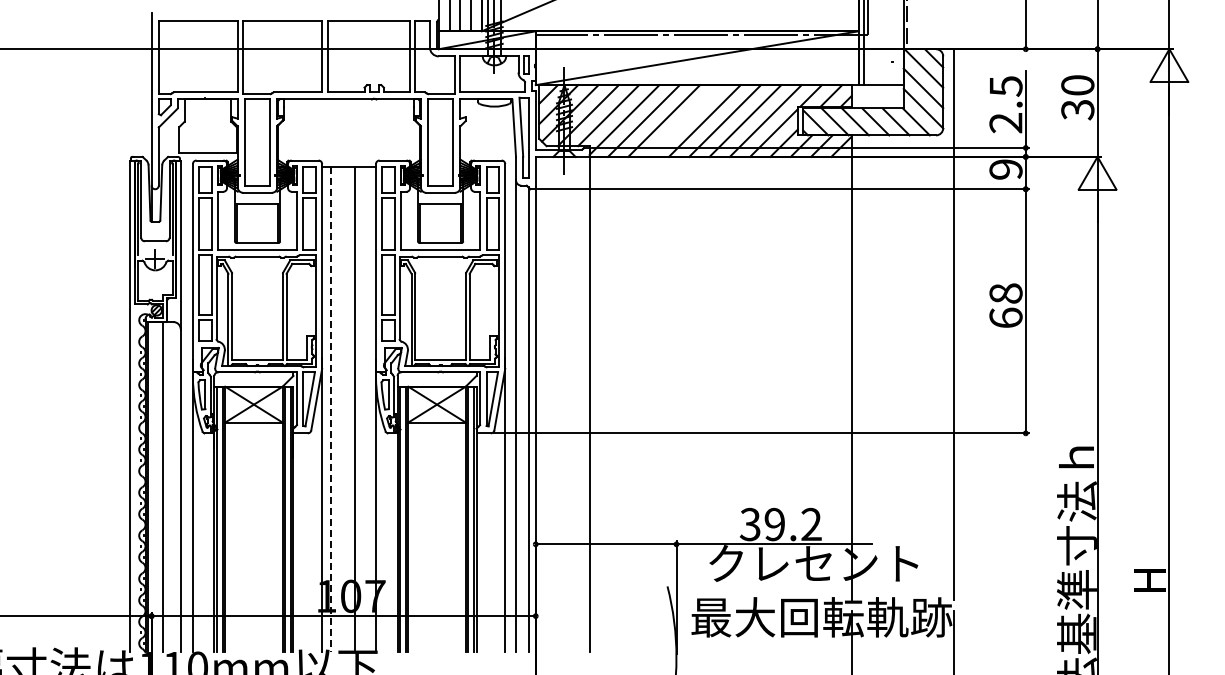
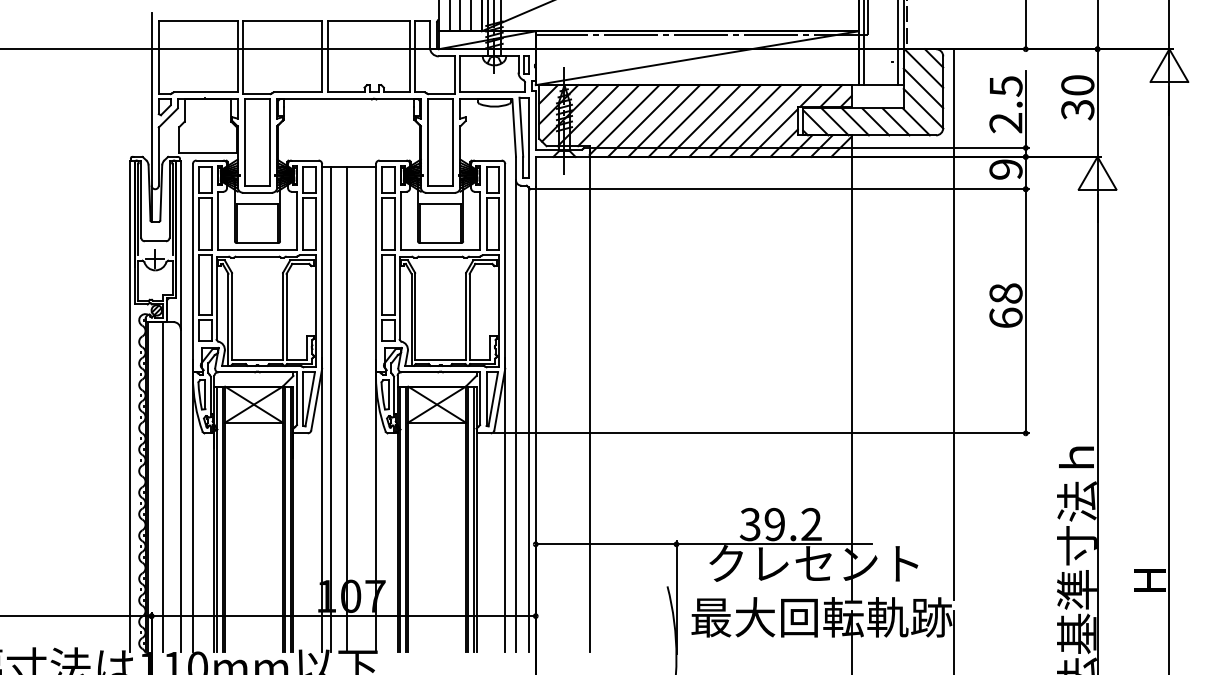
line at (898, 43): none -> present
line at (684, 120): none -> present
line at (331, 409): dashed -> solid
line at (355, 409) position: (355, 409) -> (347, 409)
